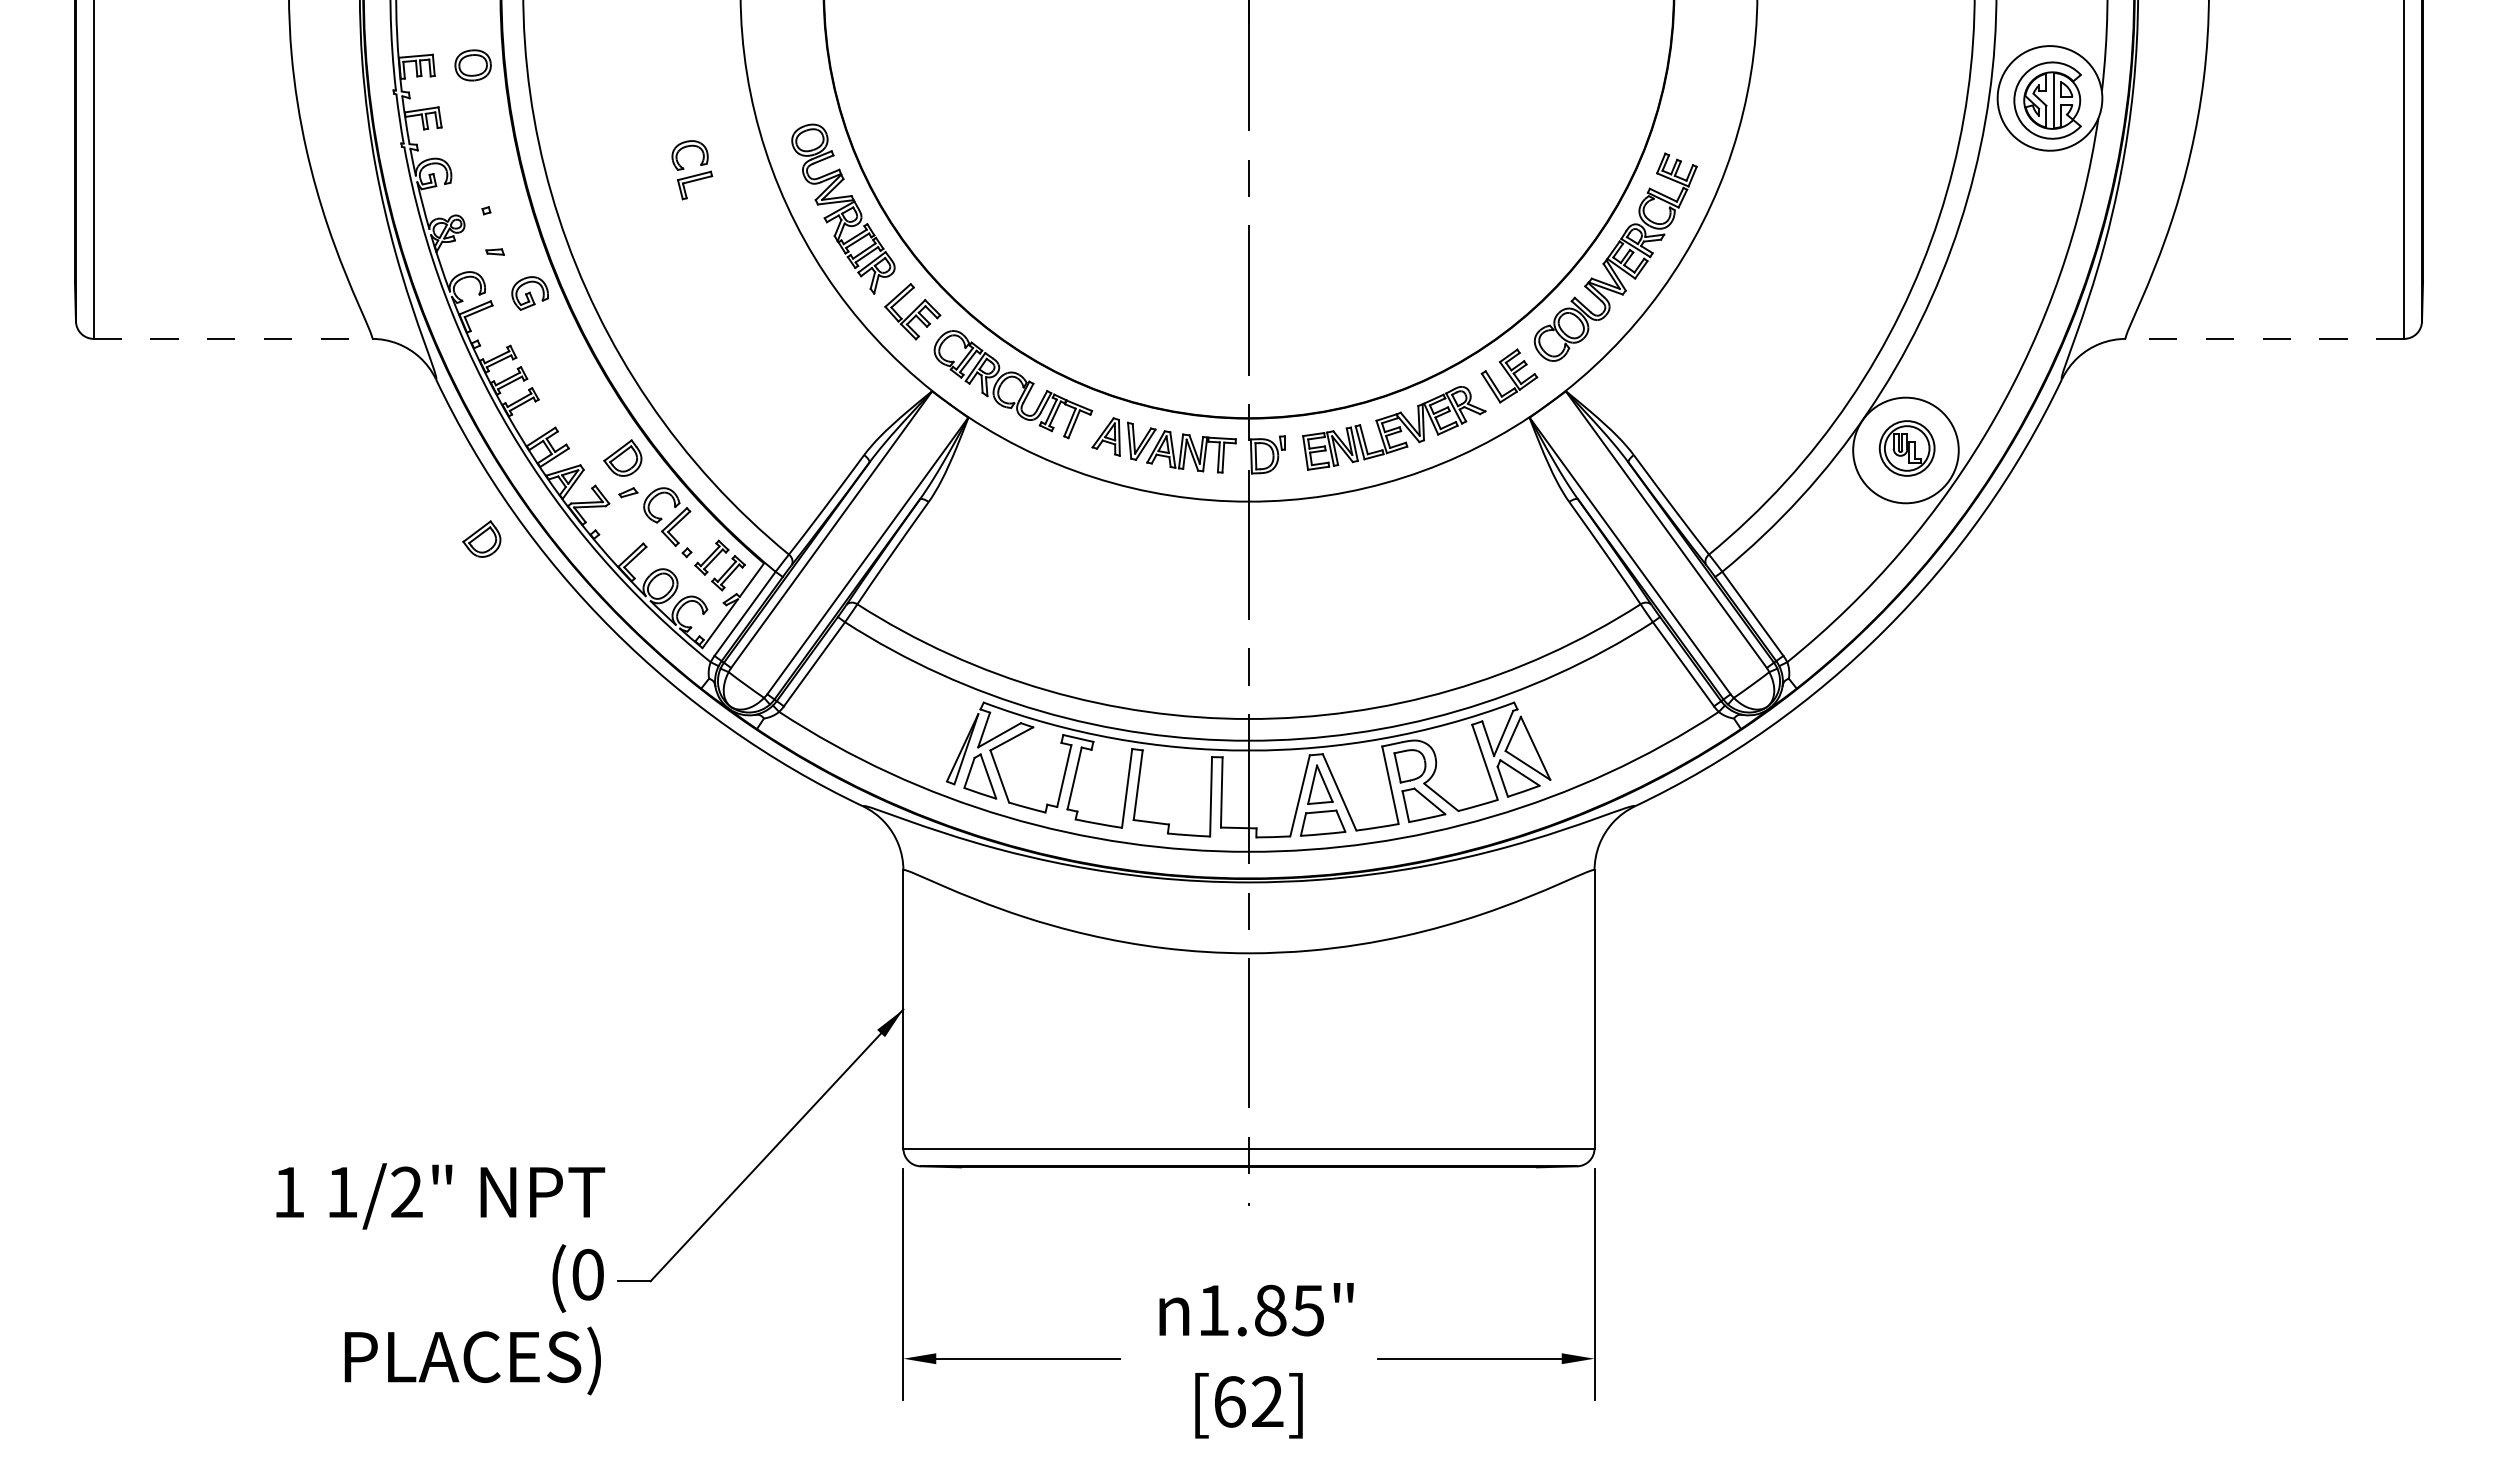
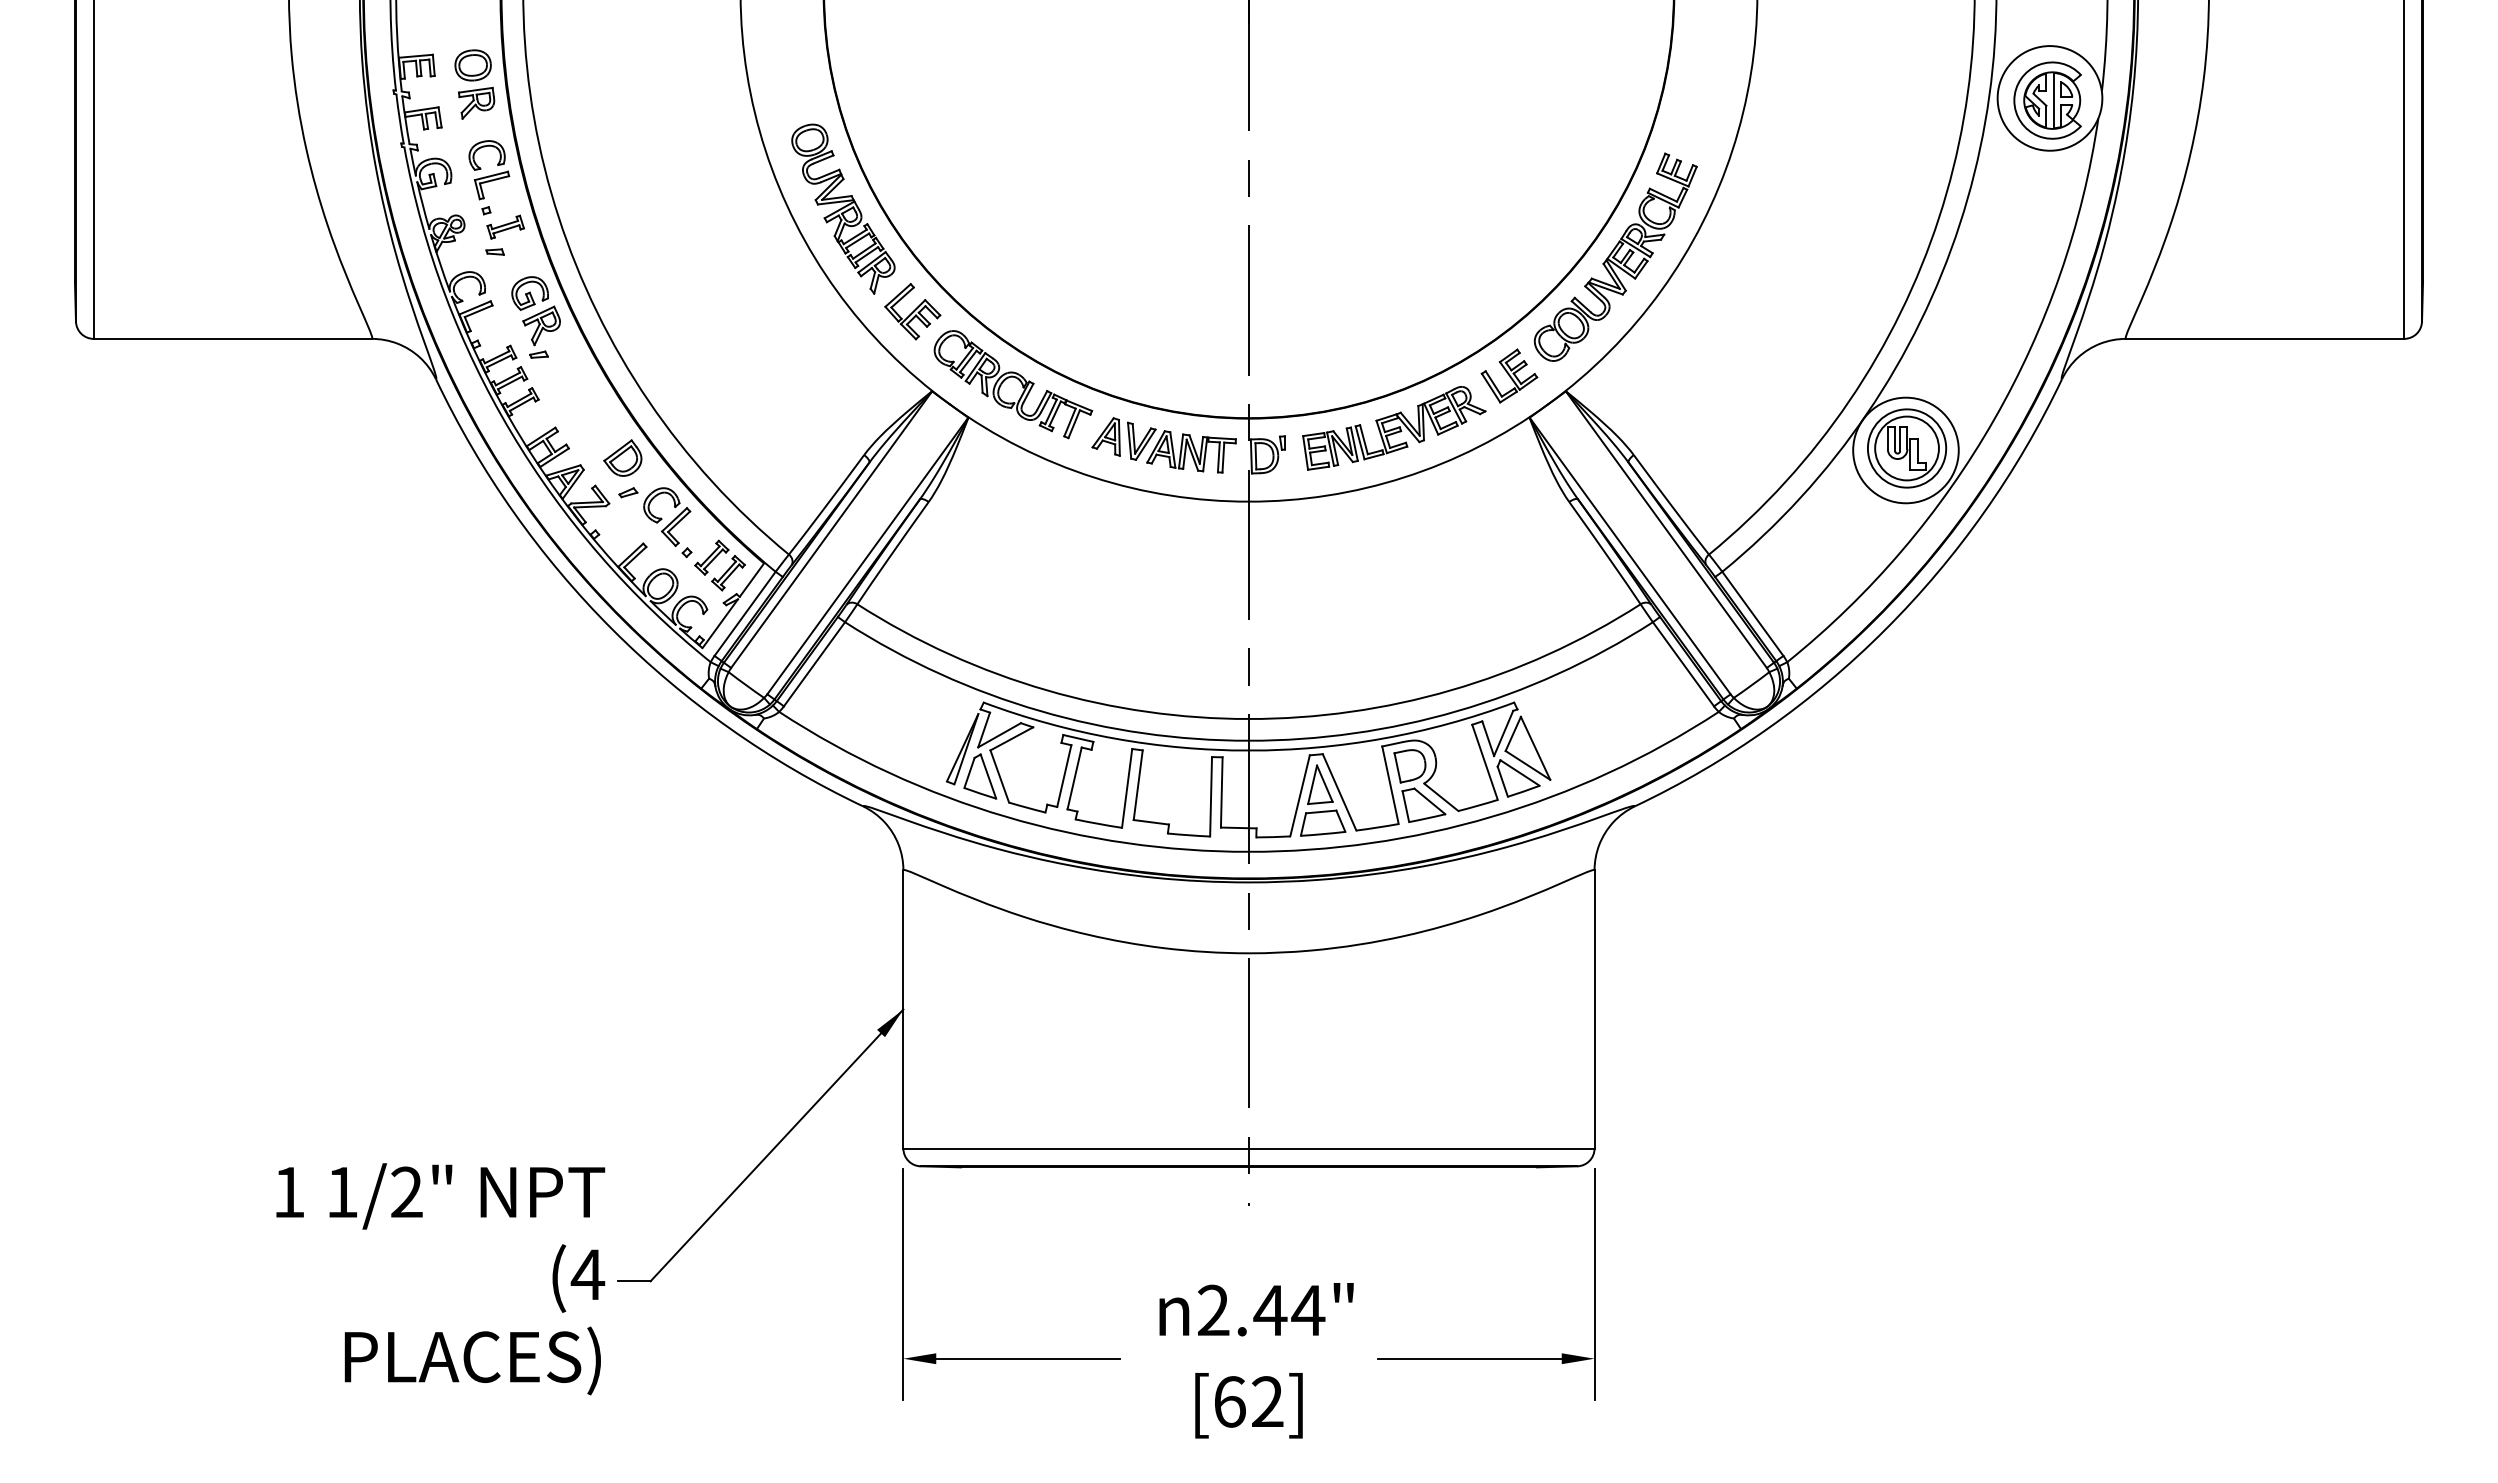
part at (476, 102): none -> present
part at (692, 170) position: (692, 170) -> (489, 170)
part at (505, 226): none -> present
part at (541, 331): none -> present
line at (233, 338): dashed -> solid
line at (2264, 338): dashed -> solid
part at (1906, 448) size: 58x57 px -> 81x81 px
part at (481, 538): present -> none
text at (587, 1274): (0 -> (4
text at (1261, 1310): 1.85" -> 2.44"
